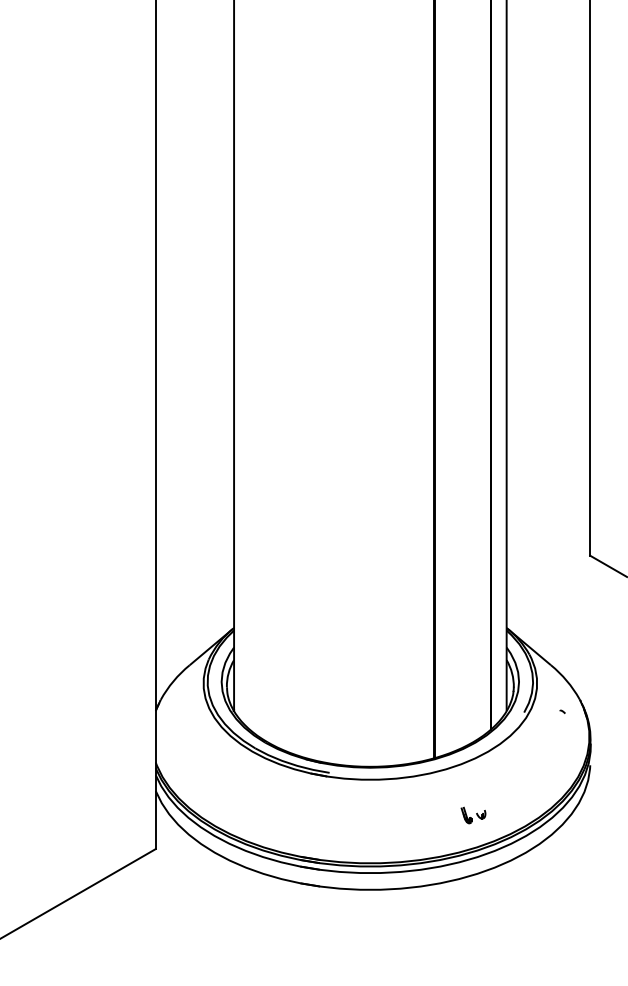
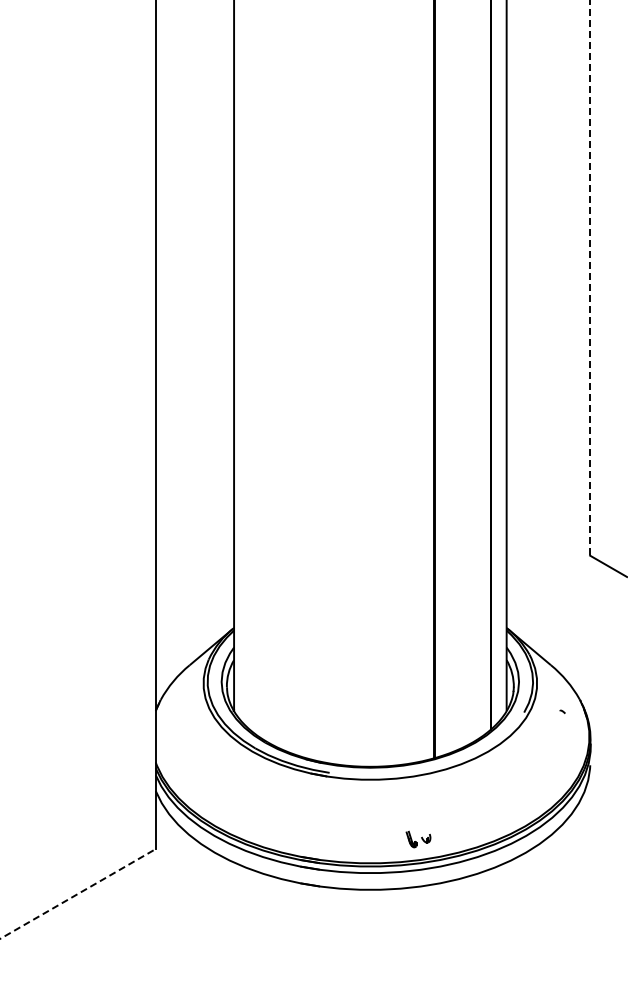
line at (590, 278): solid -> dashed
part at (473, 815) position: (473, 815) -> (418, 839)
line at (77, 894): solid -> dashed
